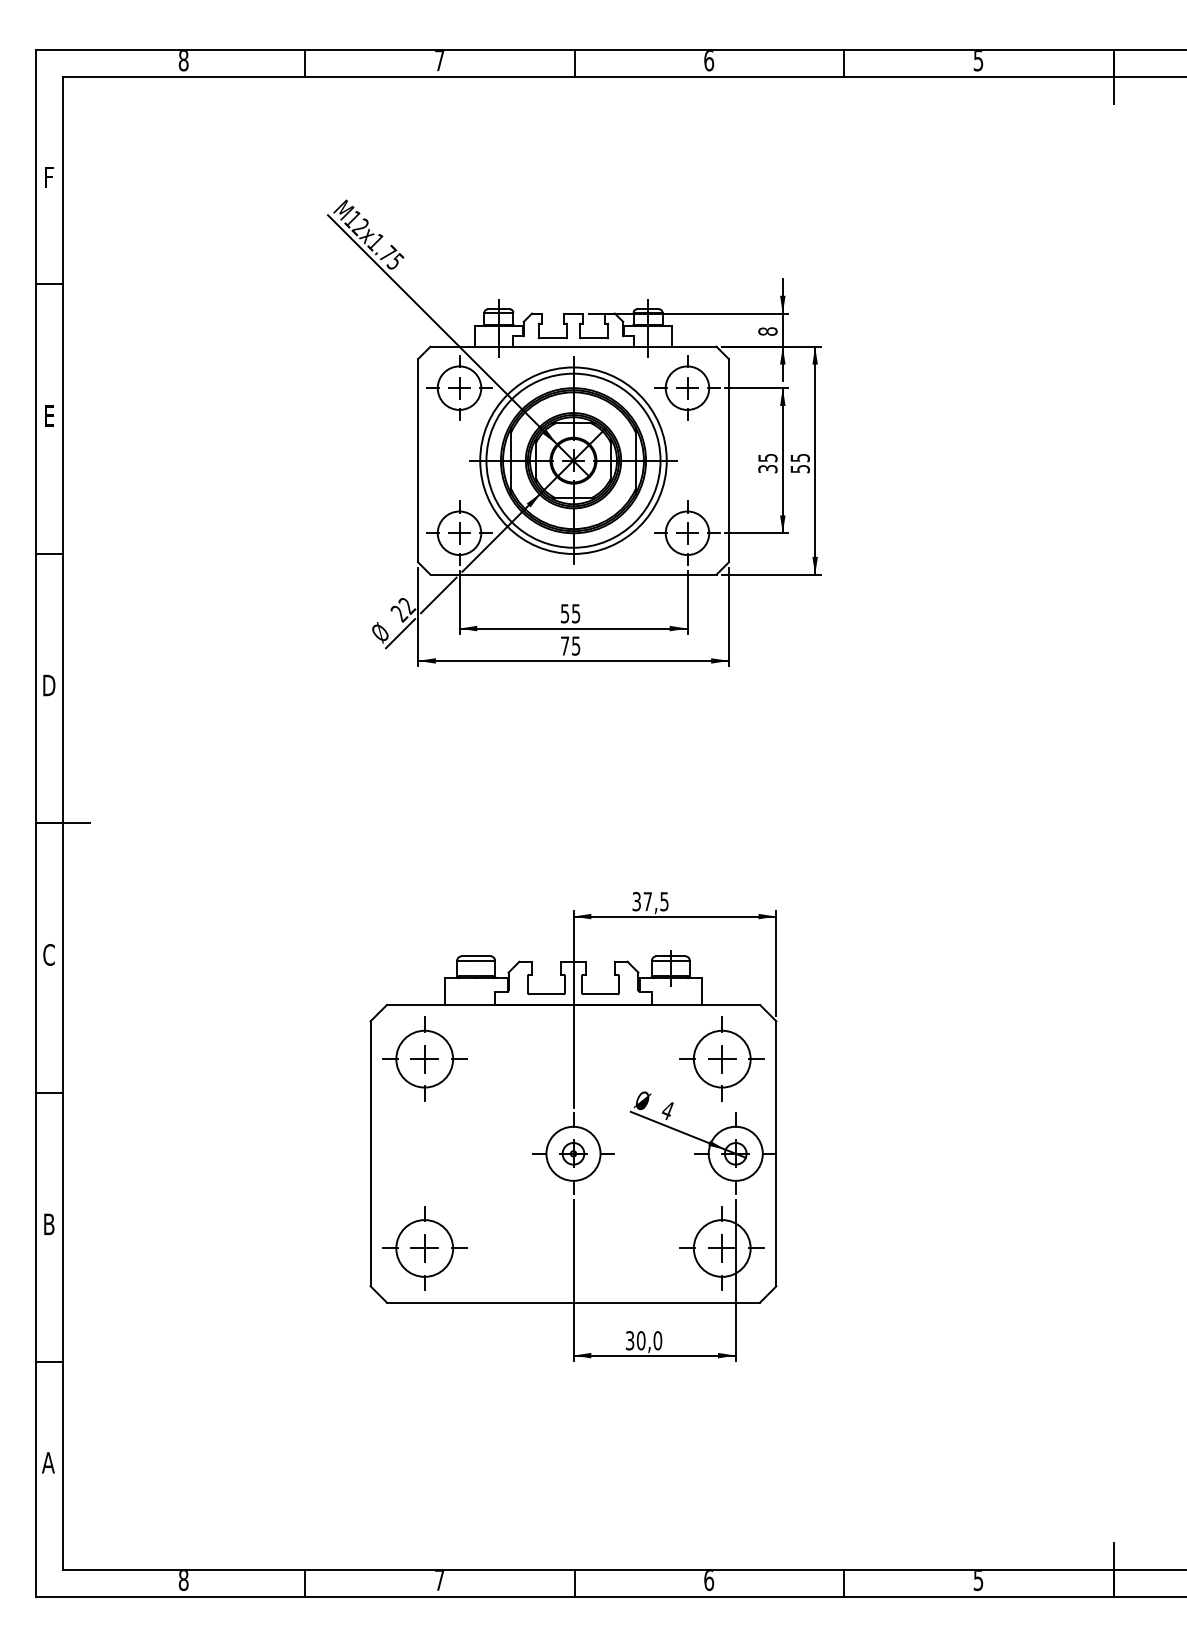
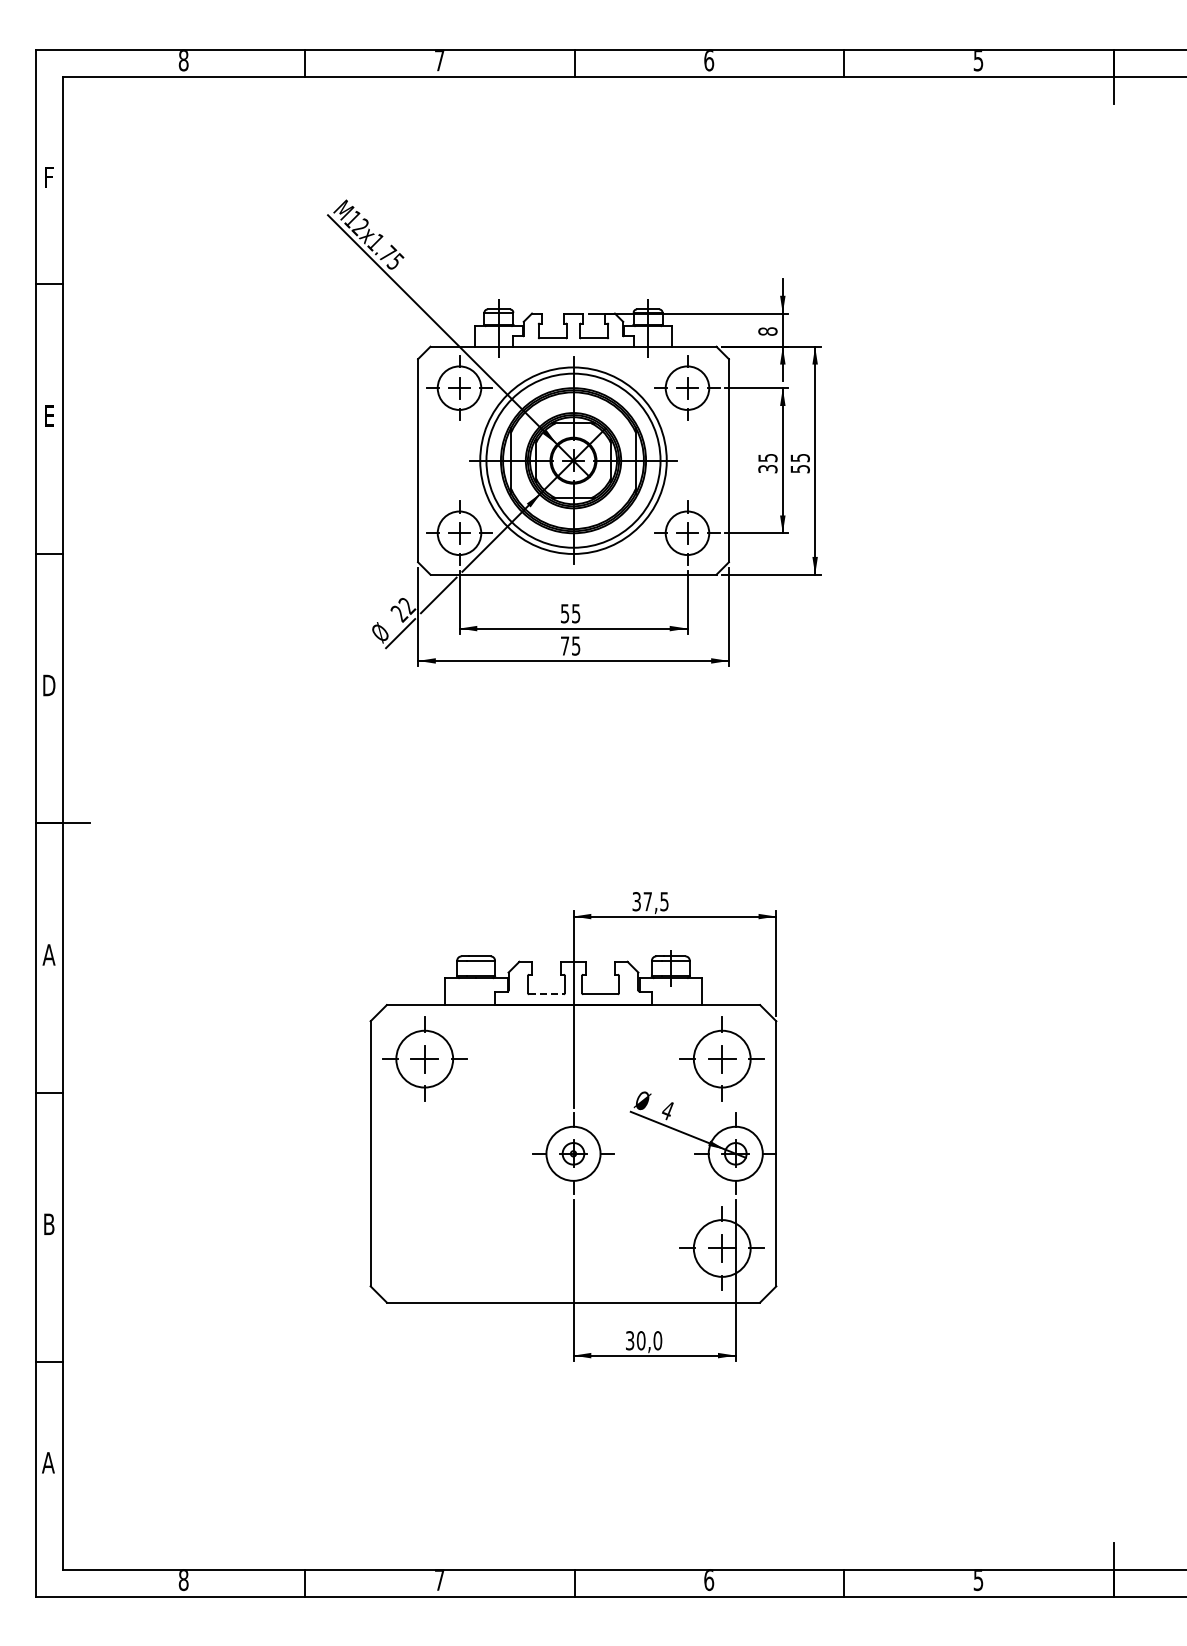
text at (48, 954): C -> A
line at (546, 994): solid -> dashed
part at (424, 1248): present -> none
